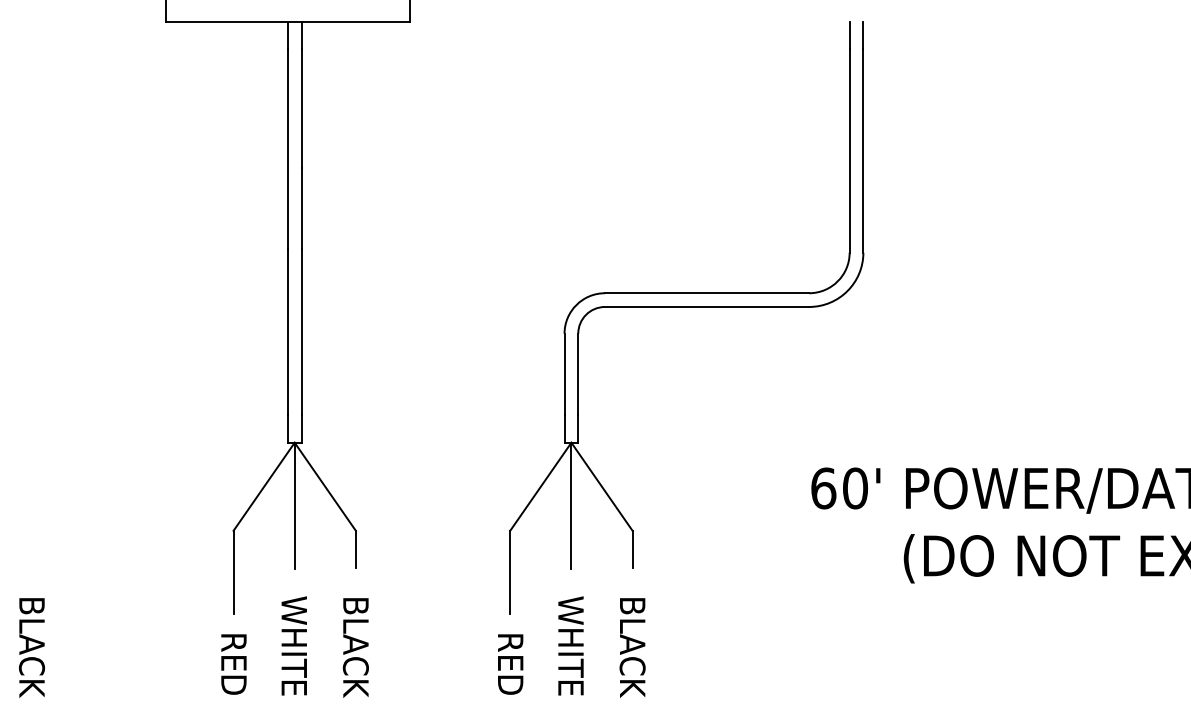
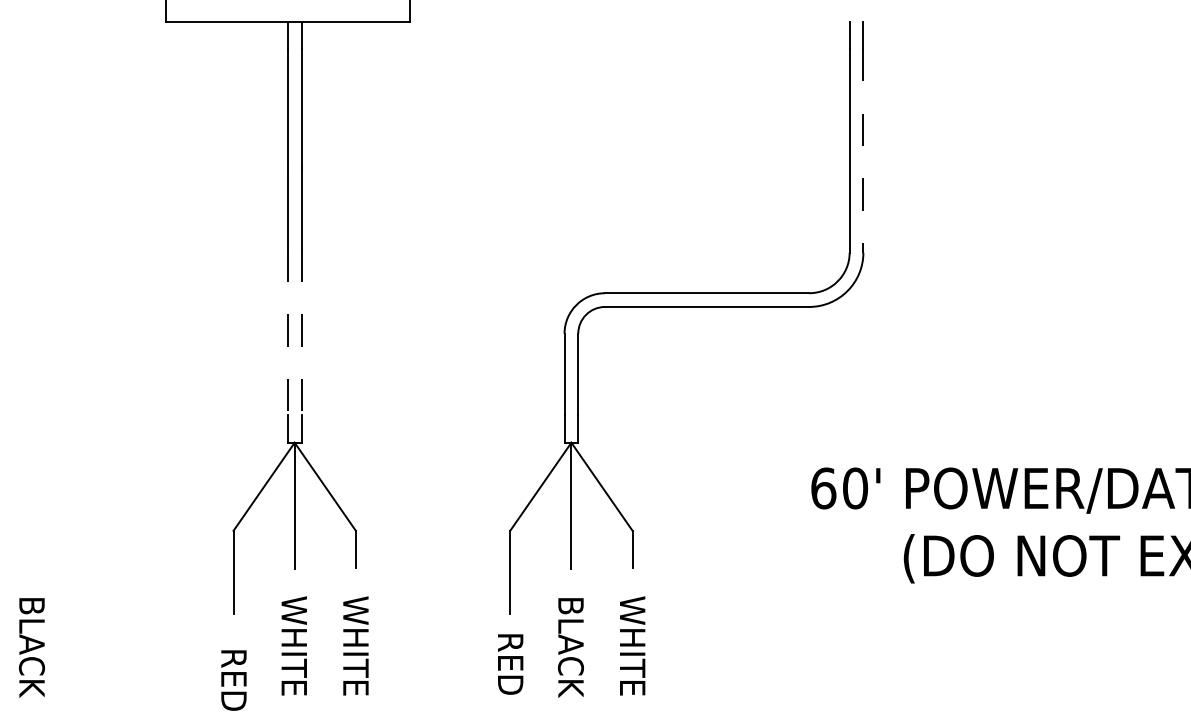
line at (863, 150): solid -> dashed
line at (287, 332): solid -> dashed
line at (301, 332): solid -> dashed
text at (355, 646): BLACK -> WHITE
text at (570, 646): WHITE -> BLACK
text at (632, 646): BLACK -> WHITE
text at (233, 664) position: (233, 664) -> (233, 680)
